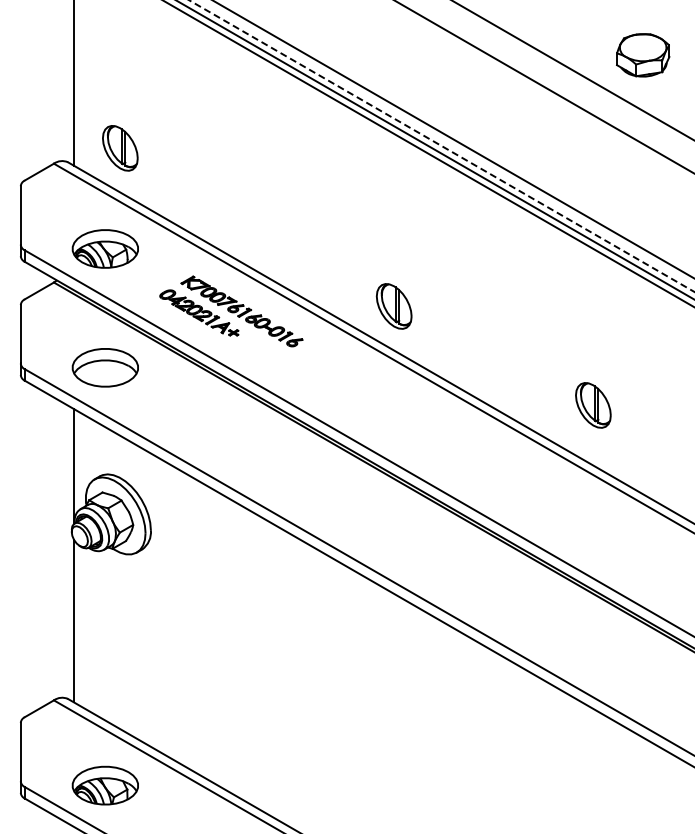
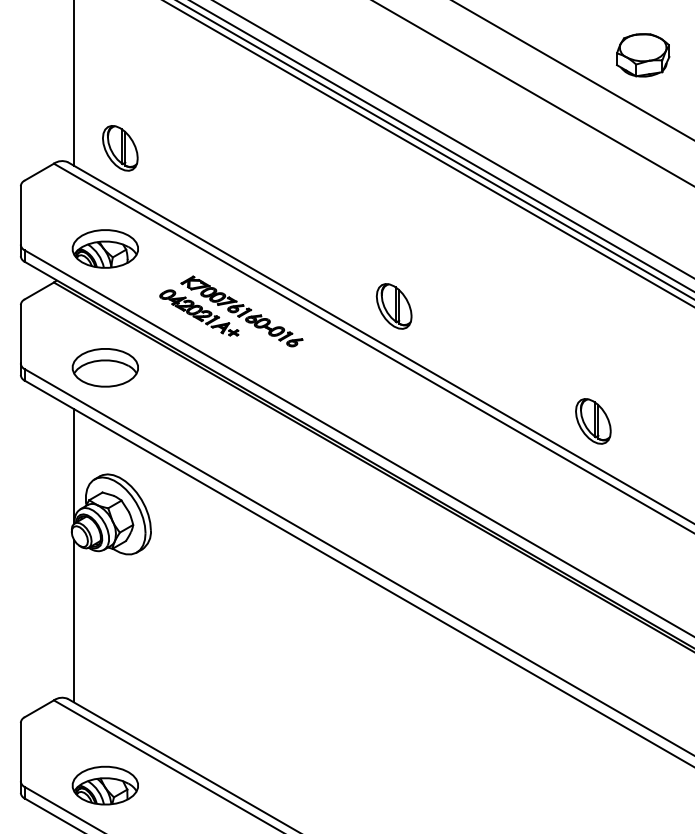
line at (544, 86) position: (544, 86) -> (533, 93)
line at (441, 145): dashed -> solid
part at (593, 405) position: (593, 405) -> (593, 421)
